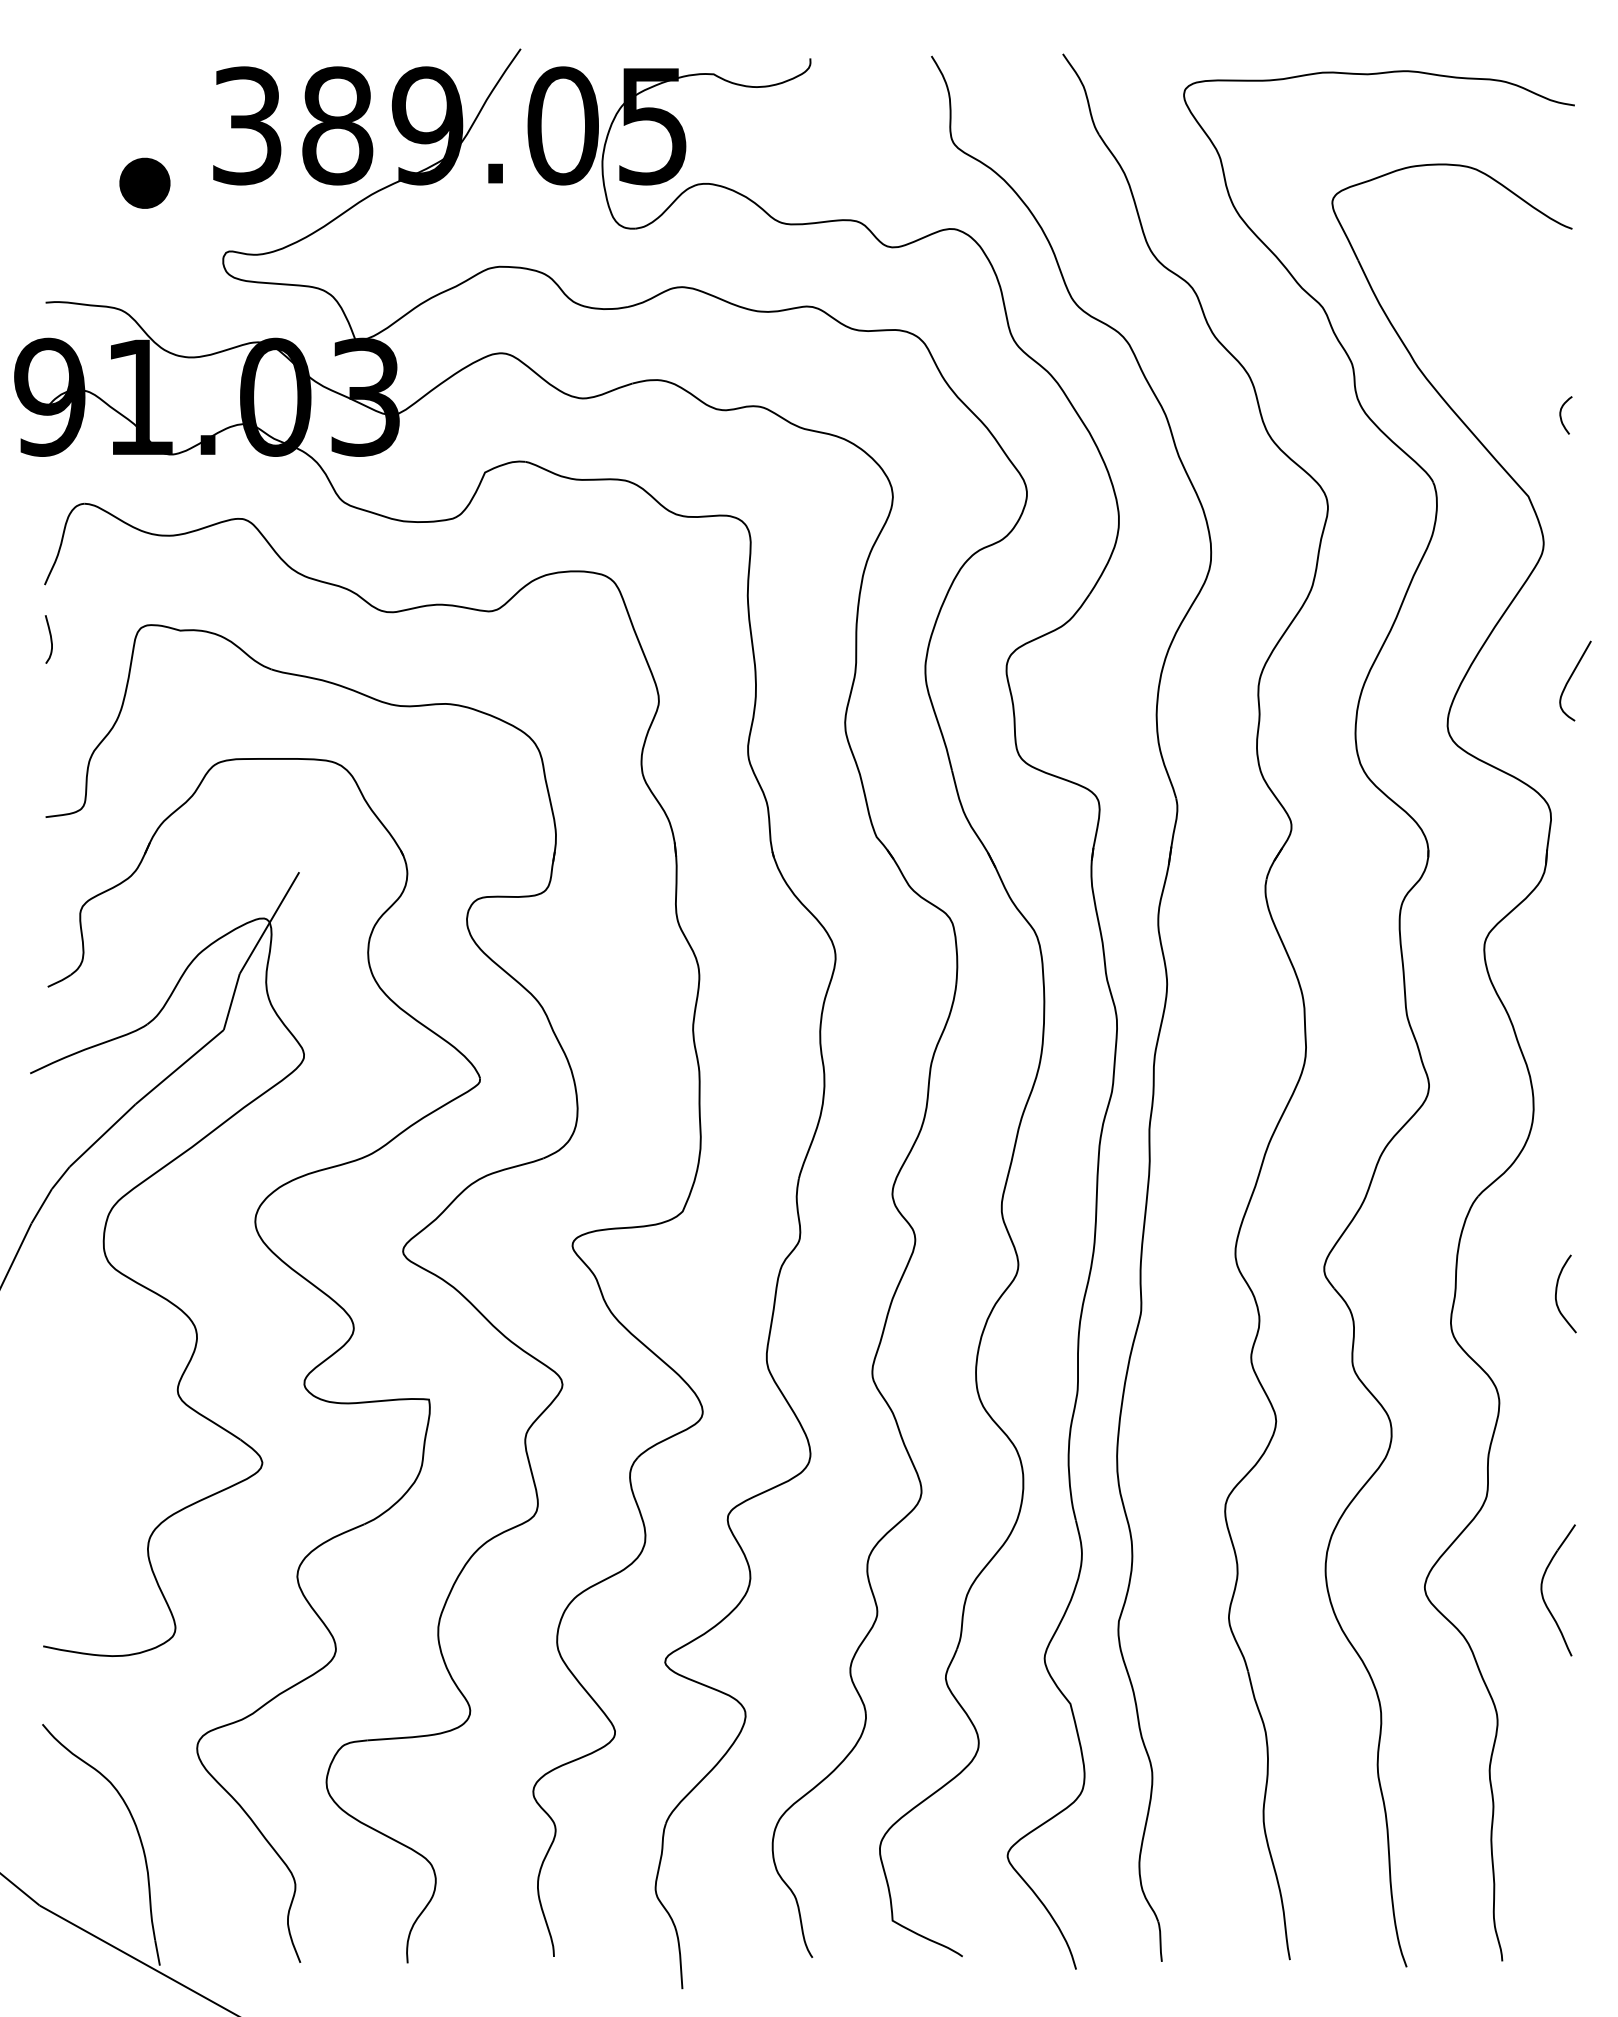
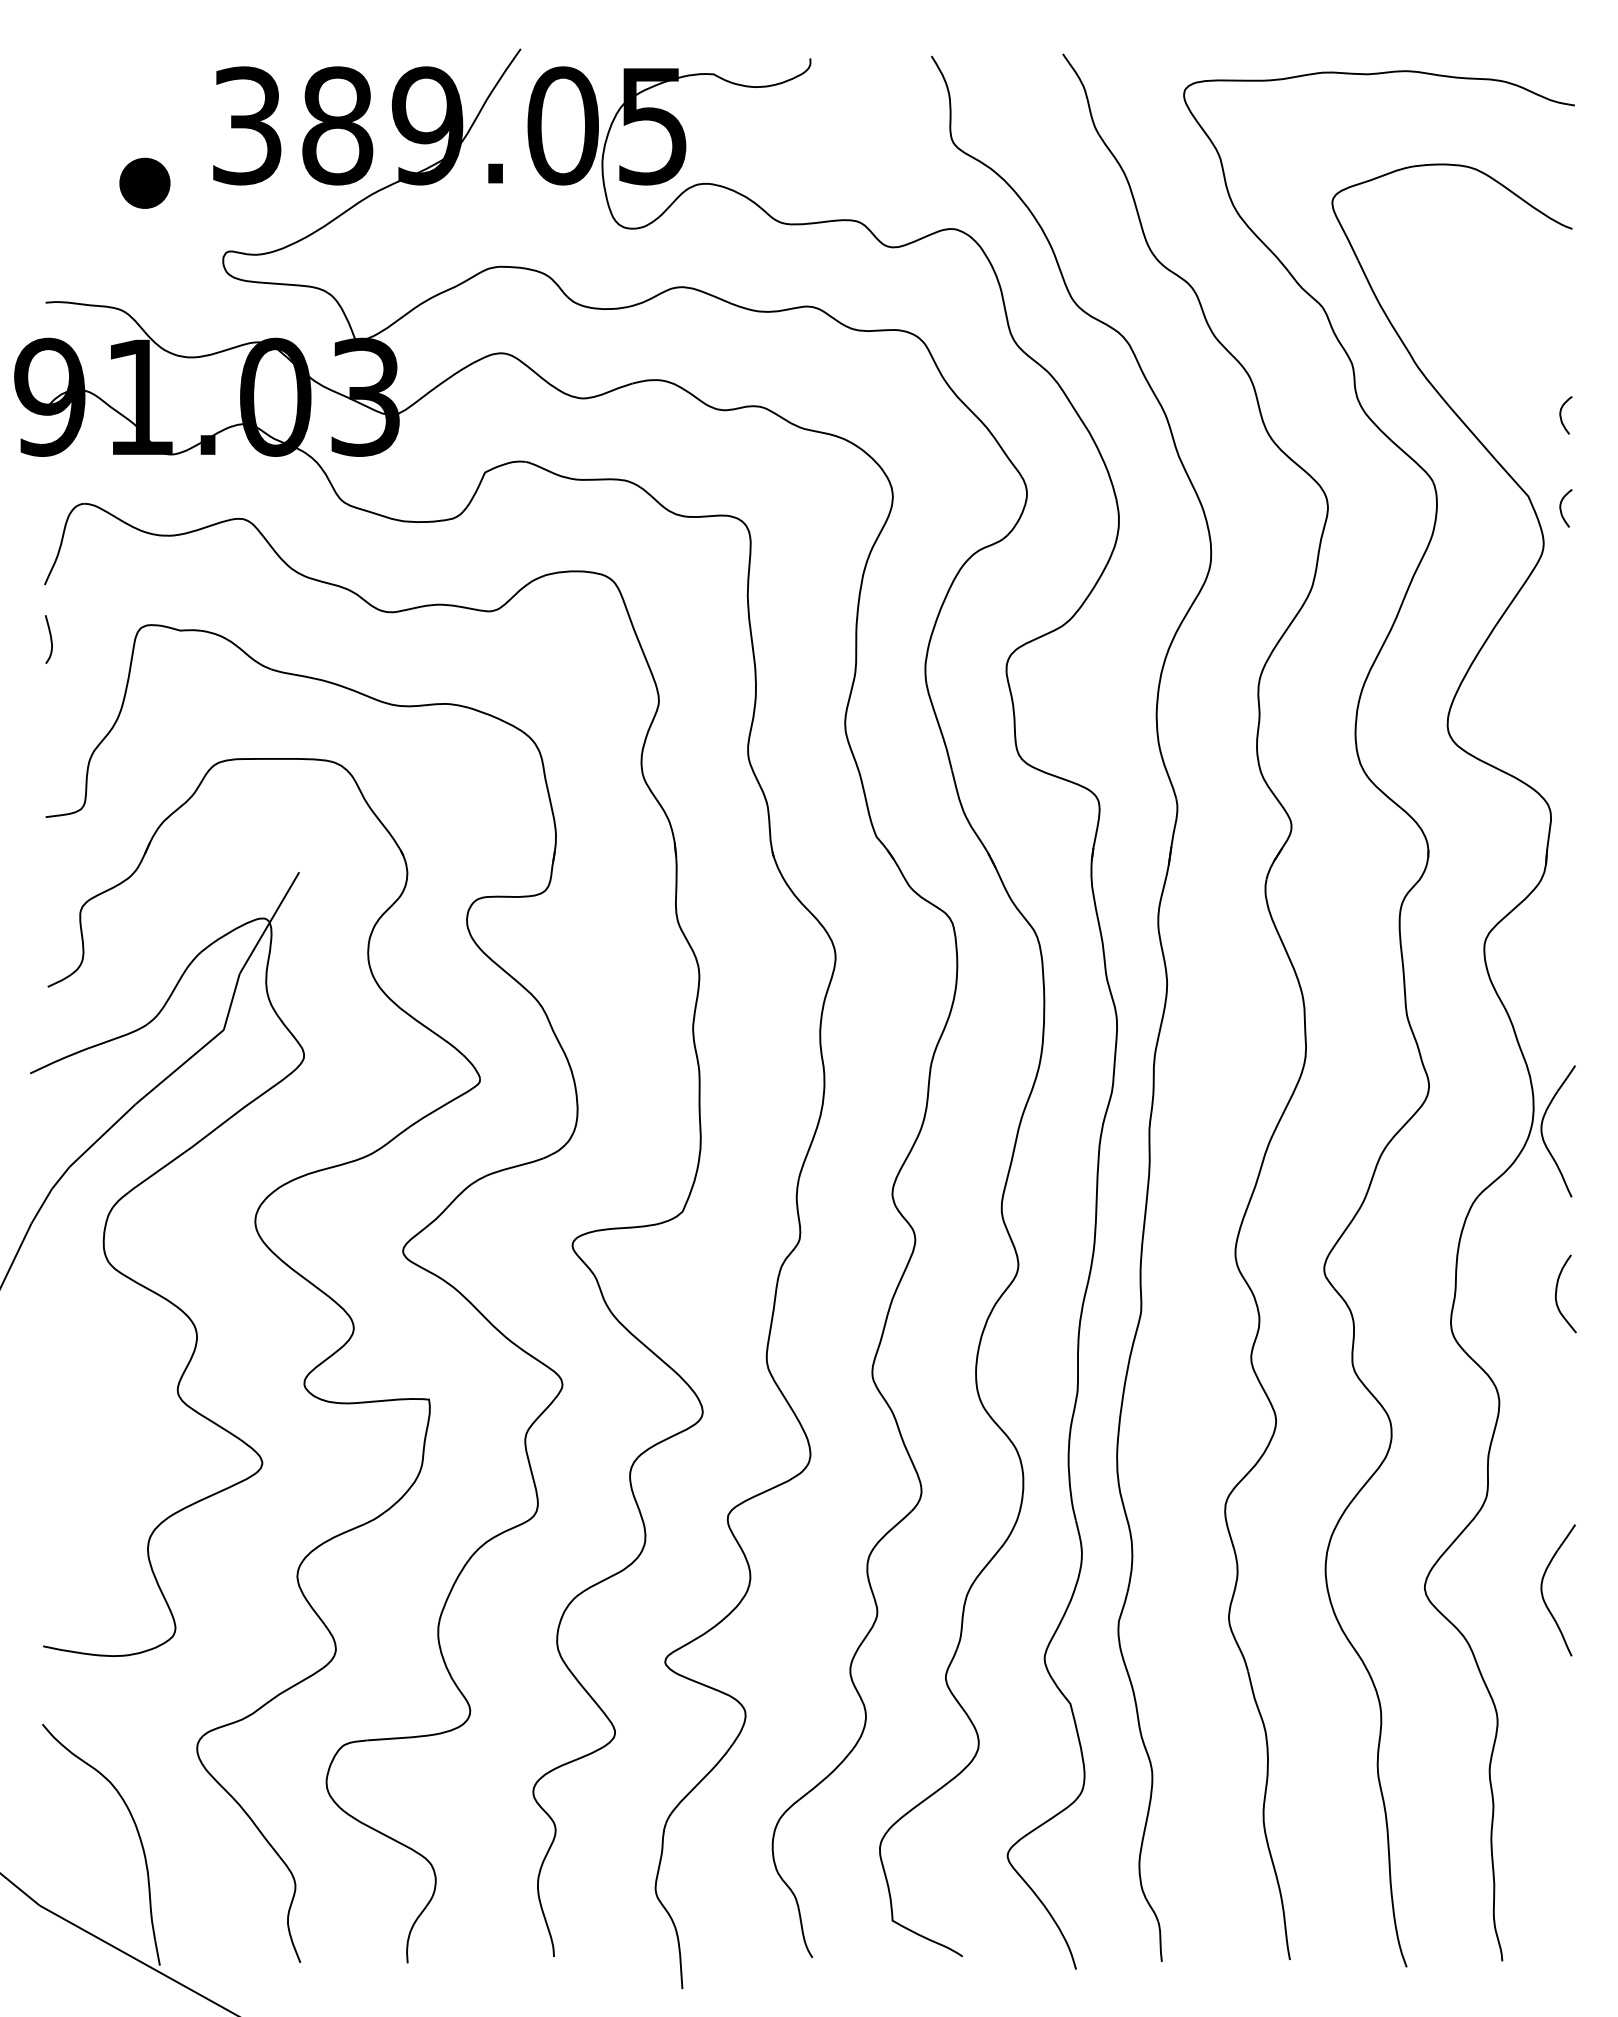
curve at (1561, 508): none -> present
curve at (1571, 677): present -> none
part at (1543, 1135): none -> present
